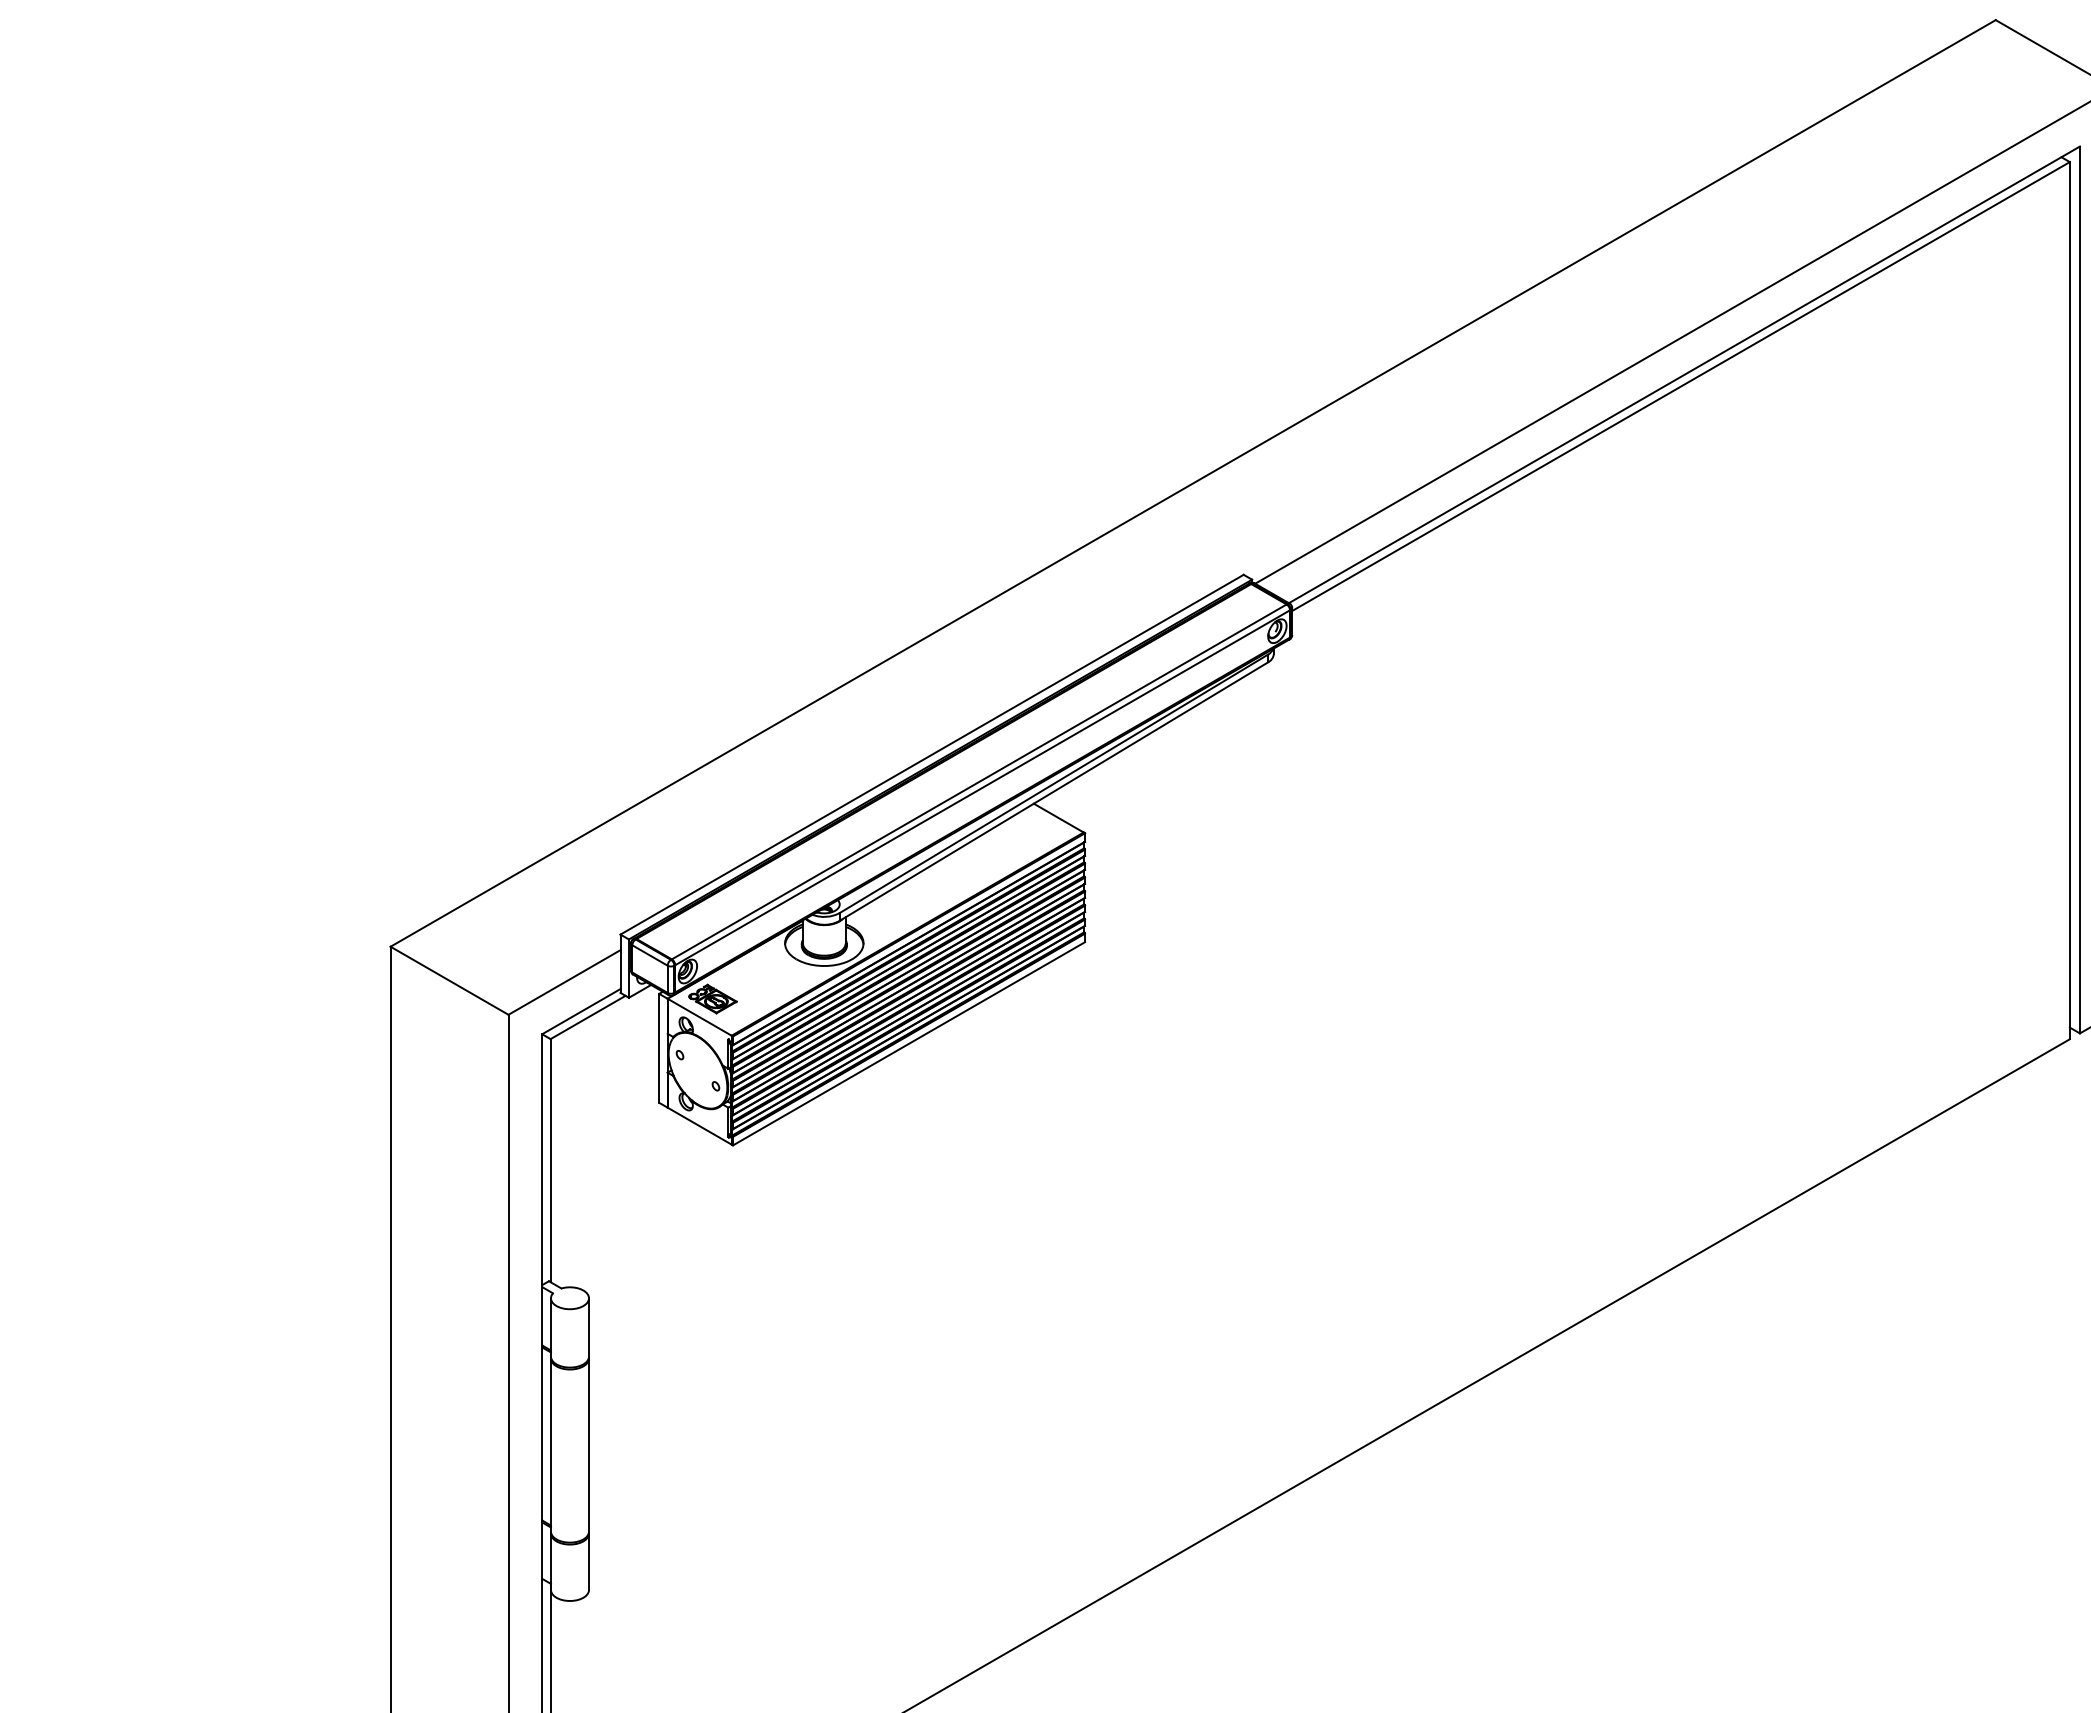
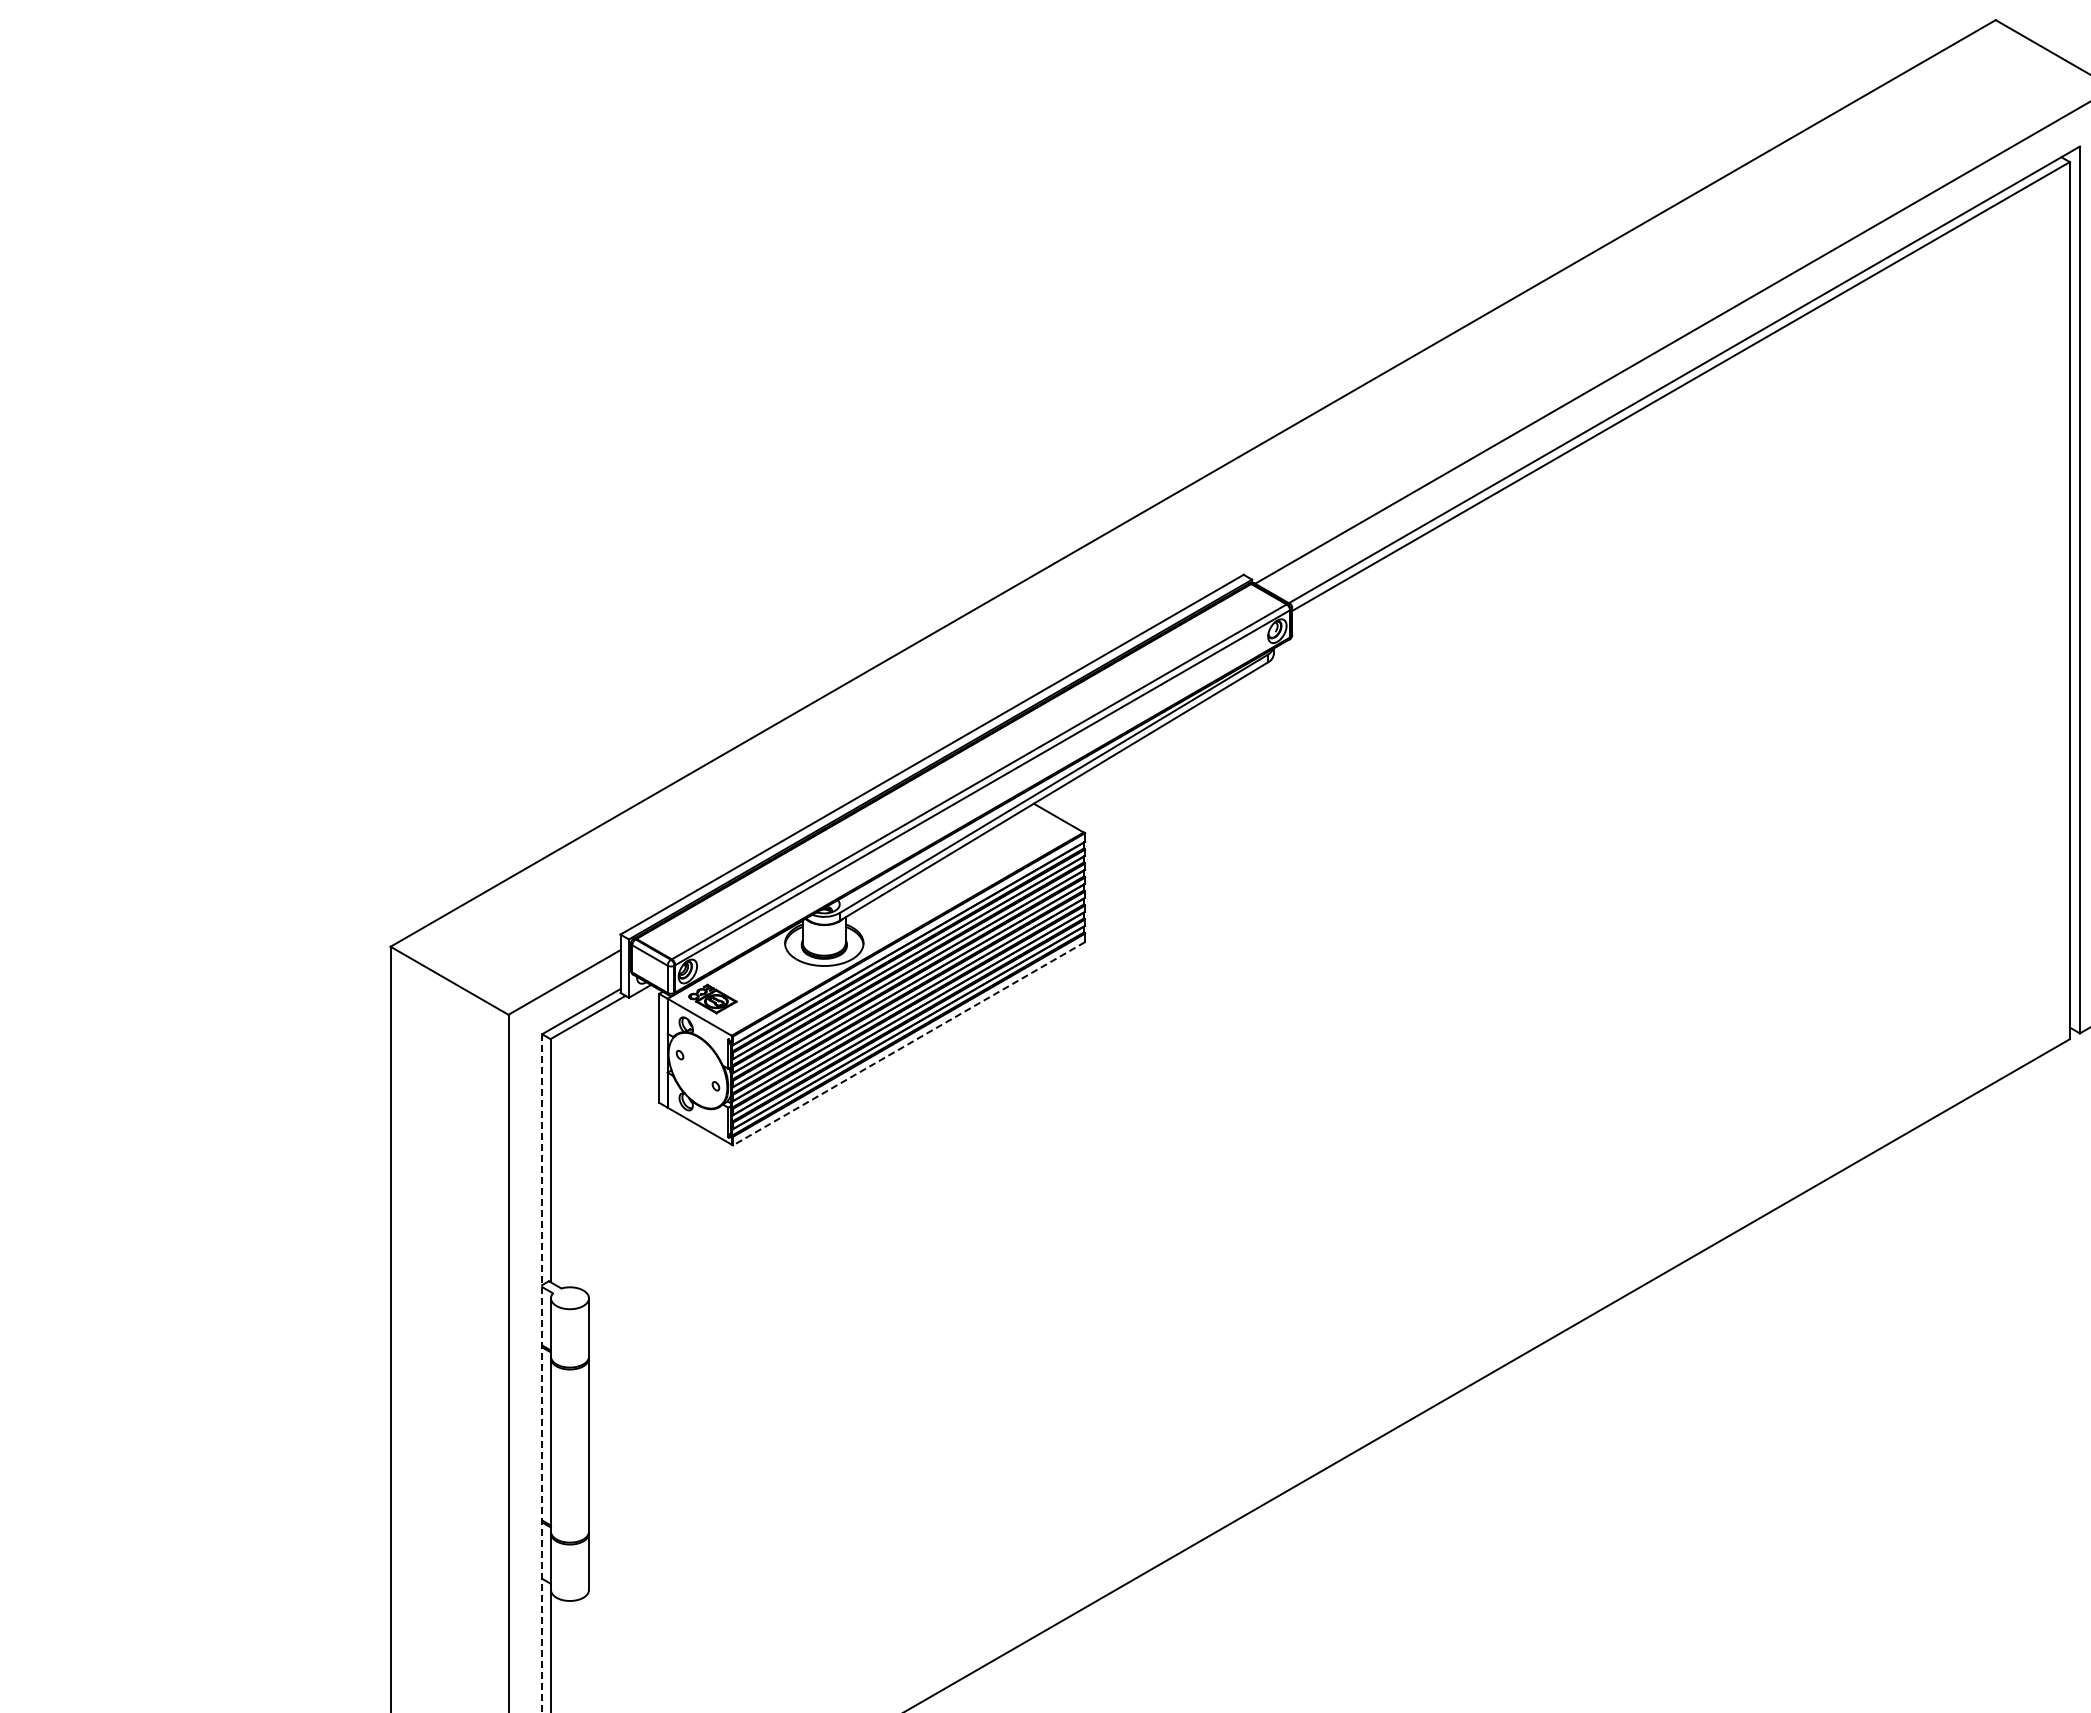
line at (908, 1044): solid -> dashed
line at (542, 1373): solid -> dashed
